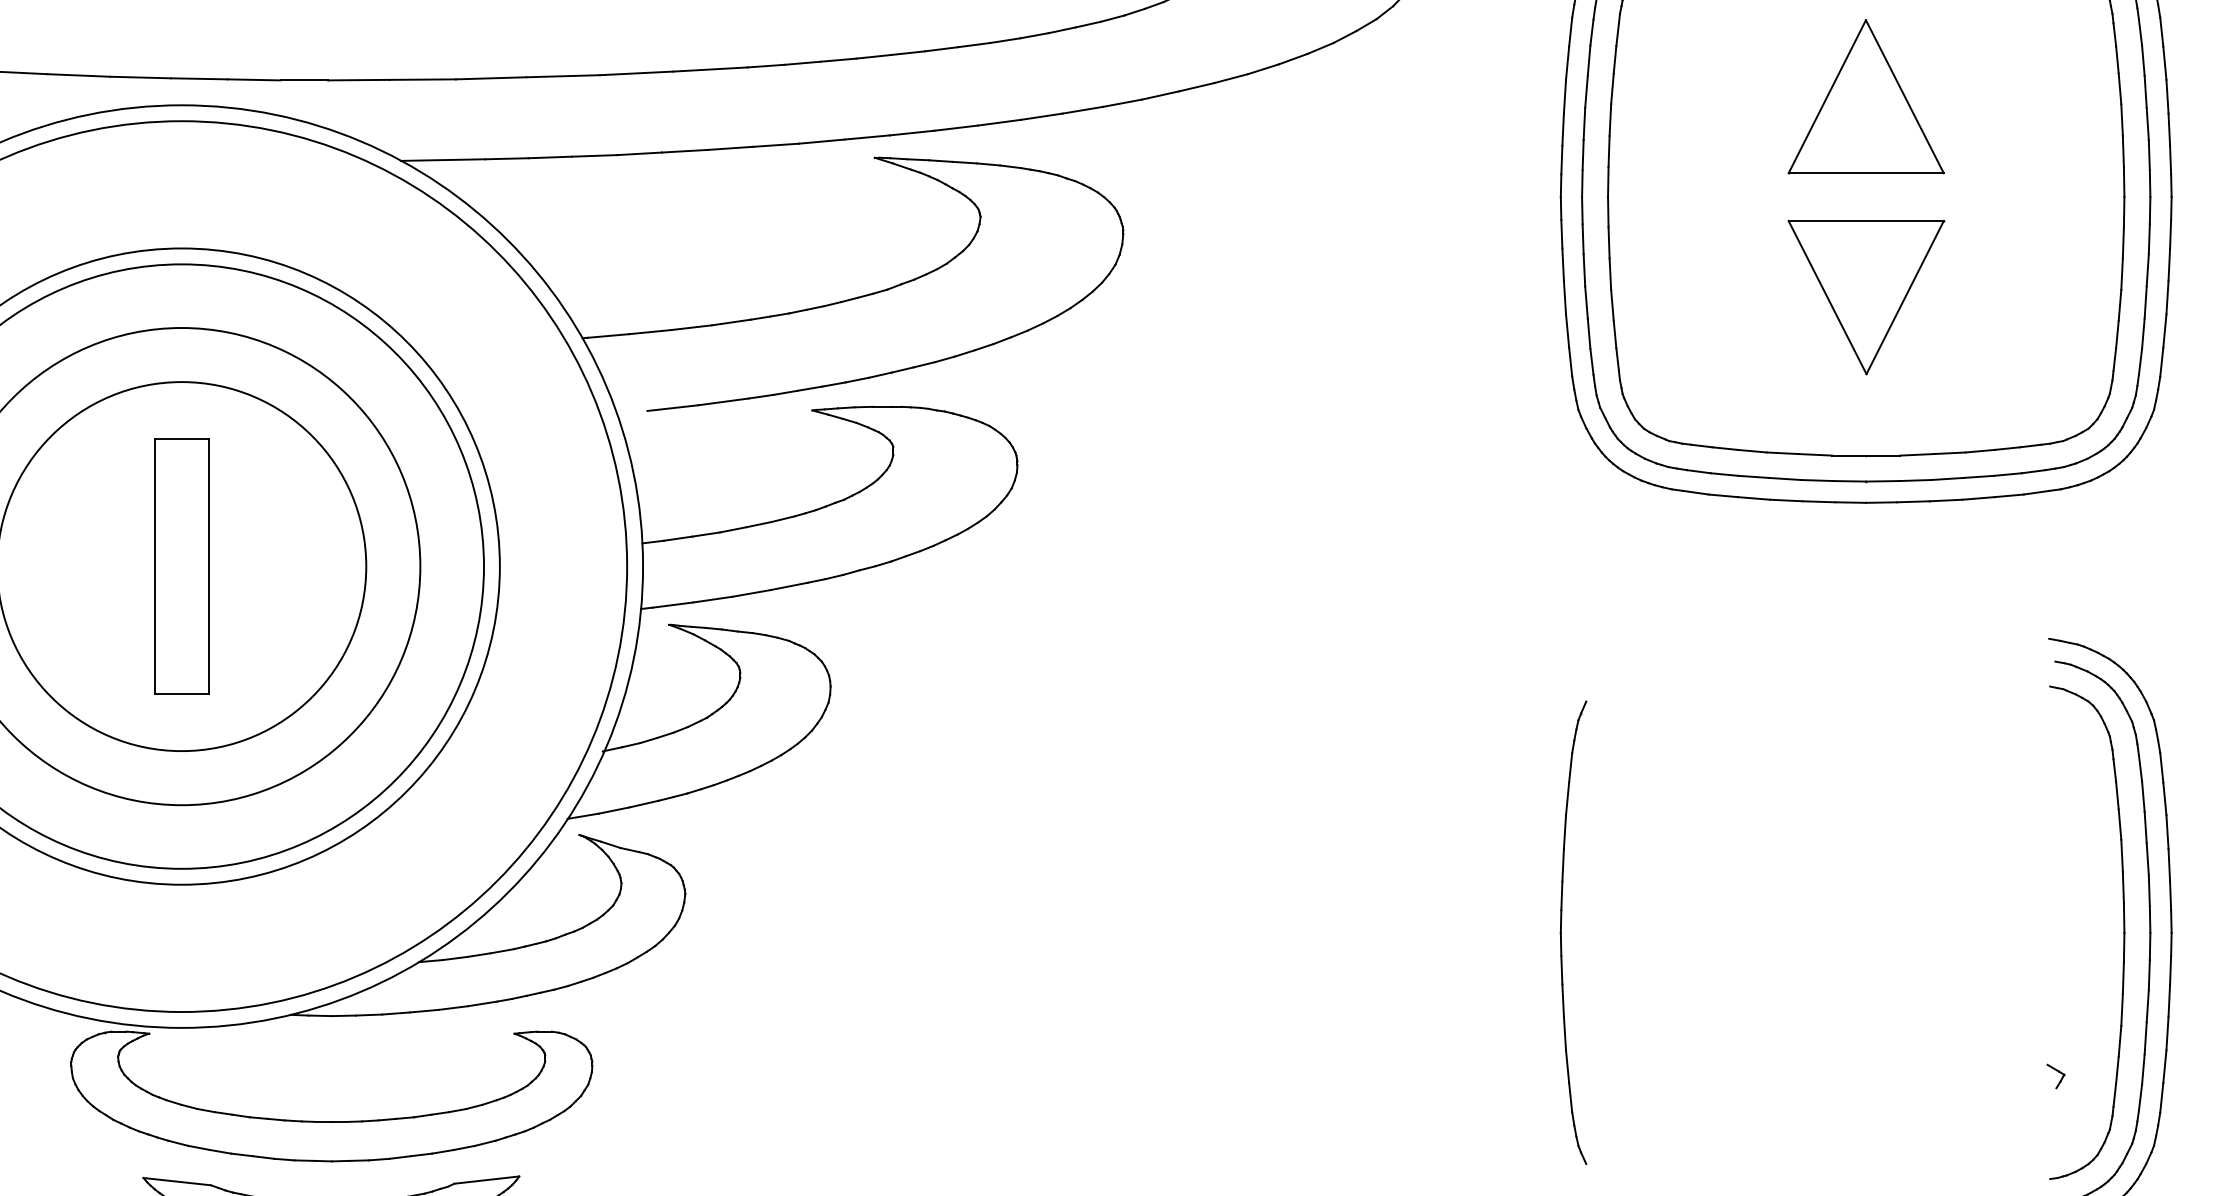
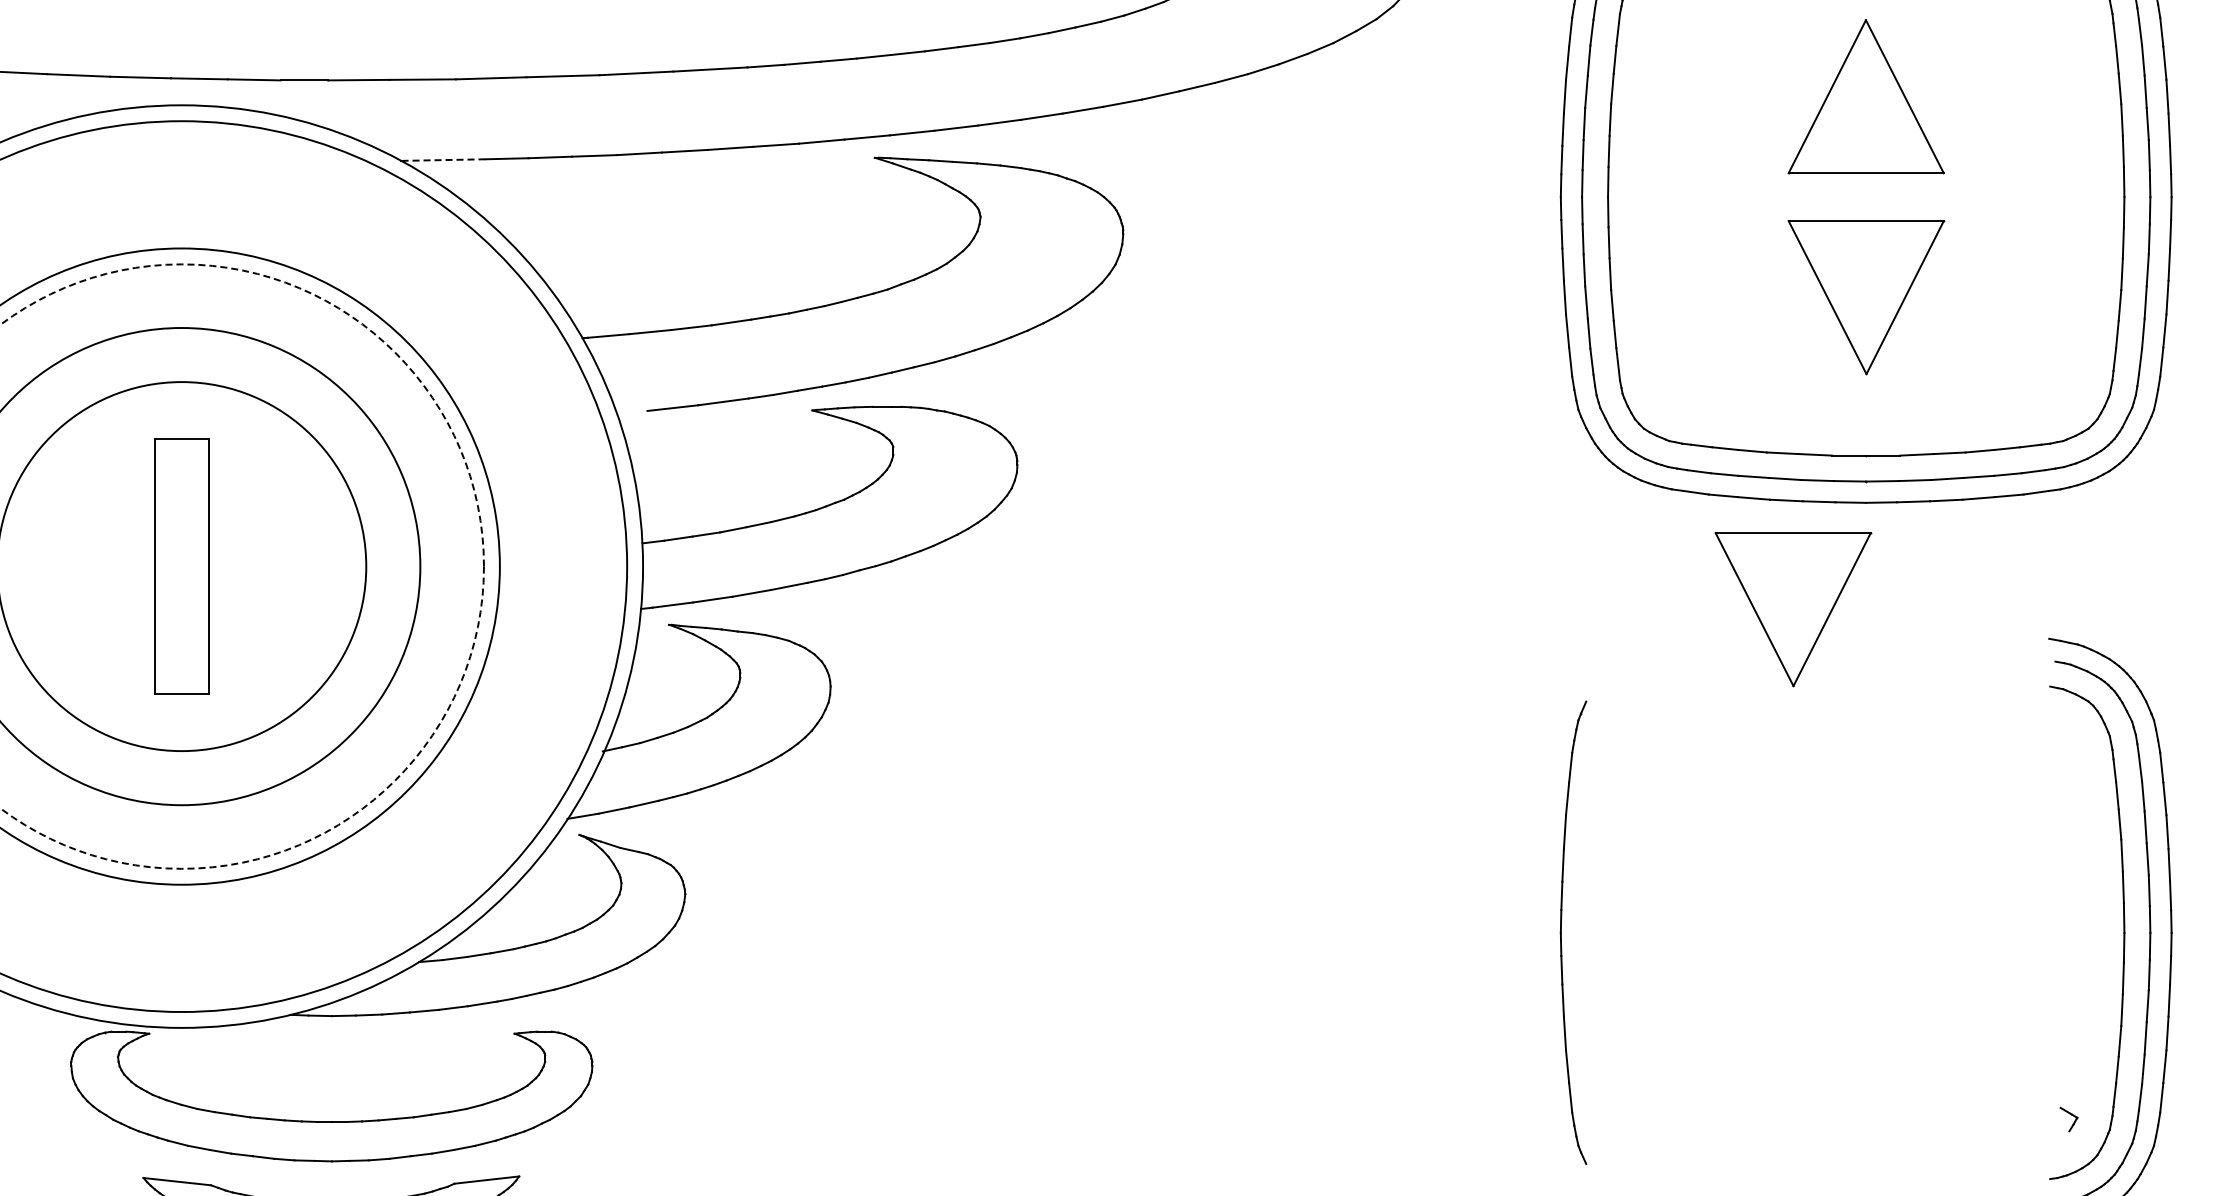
line at (444, 160): solid -> dashed
circle at (241, 566): solid -> dashed
part at (1793, 609): none -> present
part at (2055, 1076) position: (2055, 1076) -> (2068, 1119)
